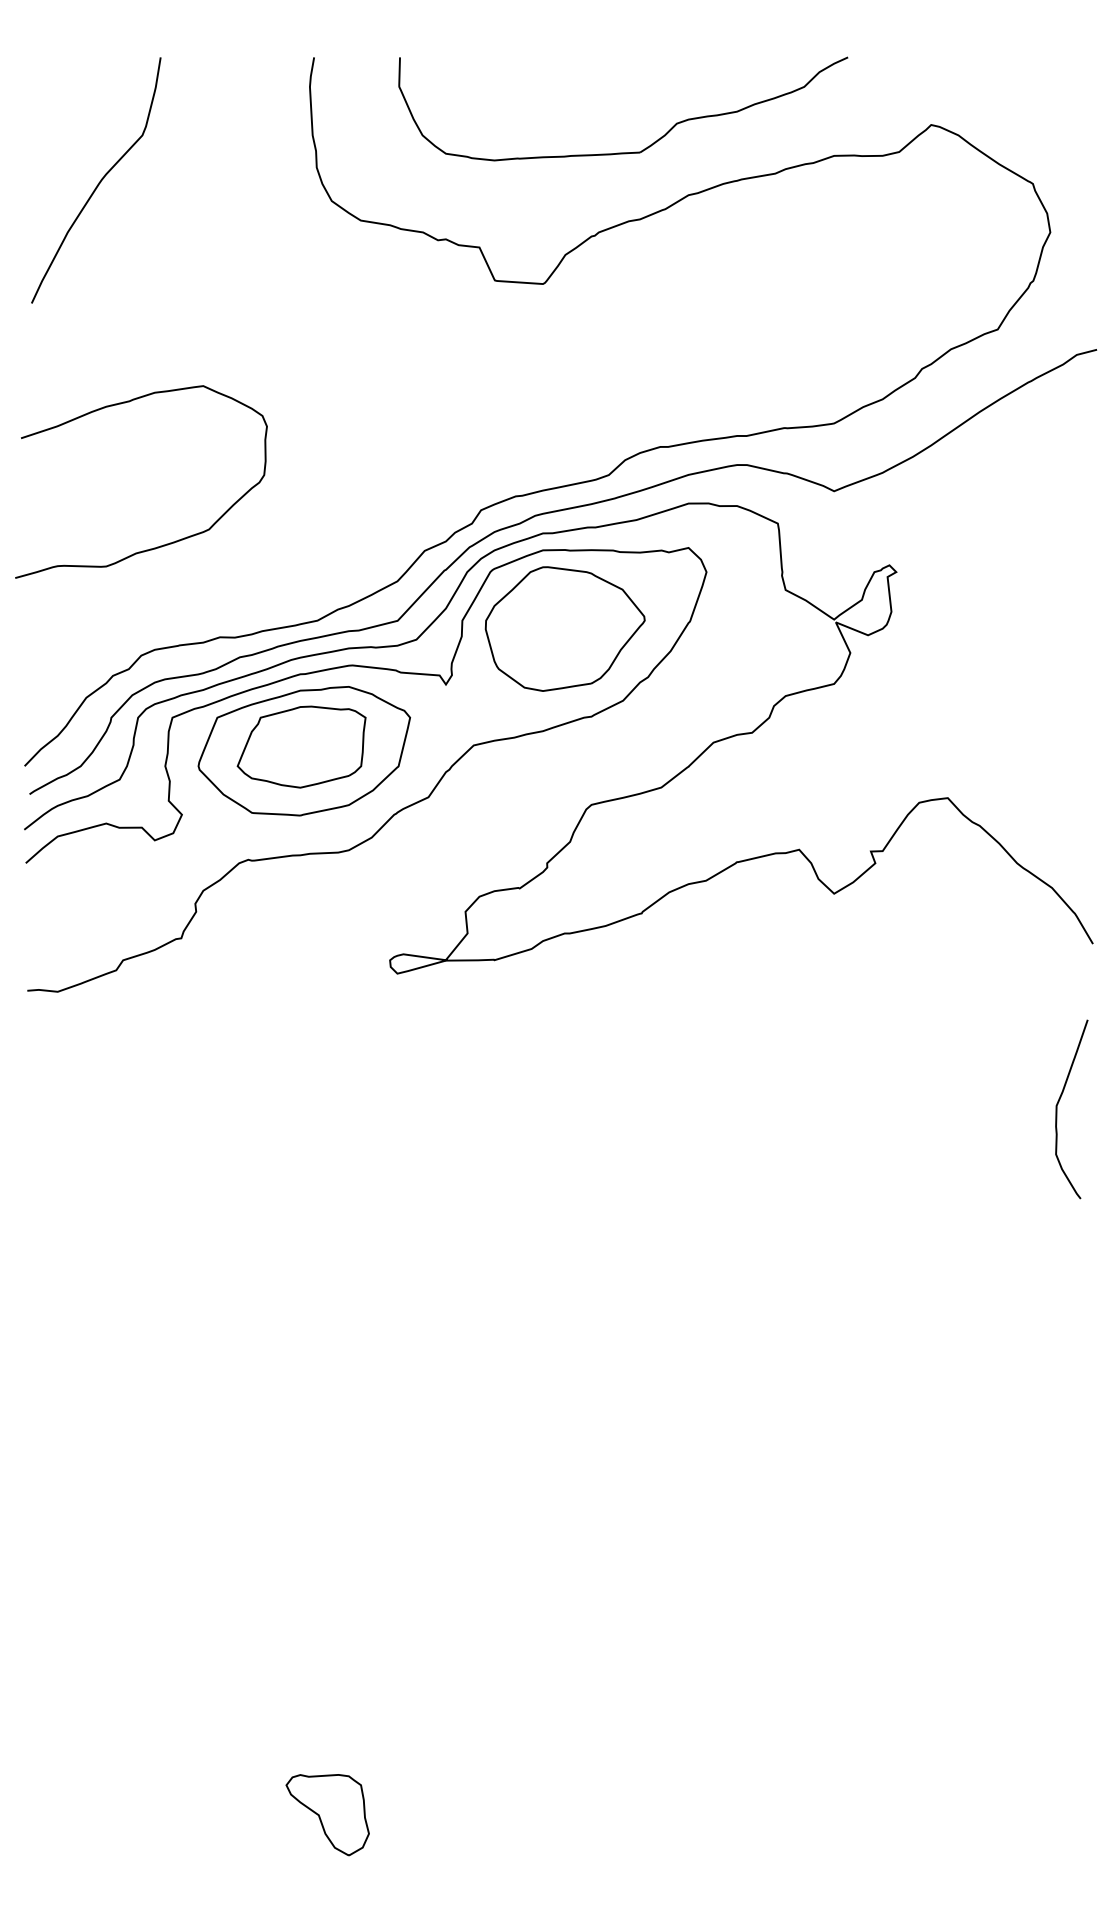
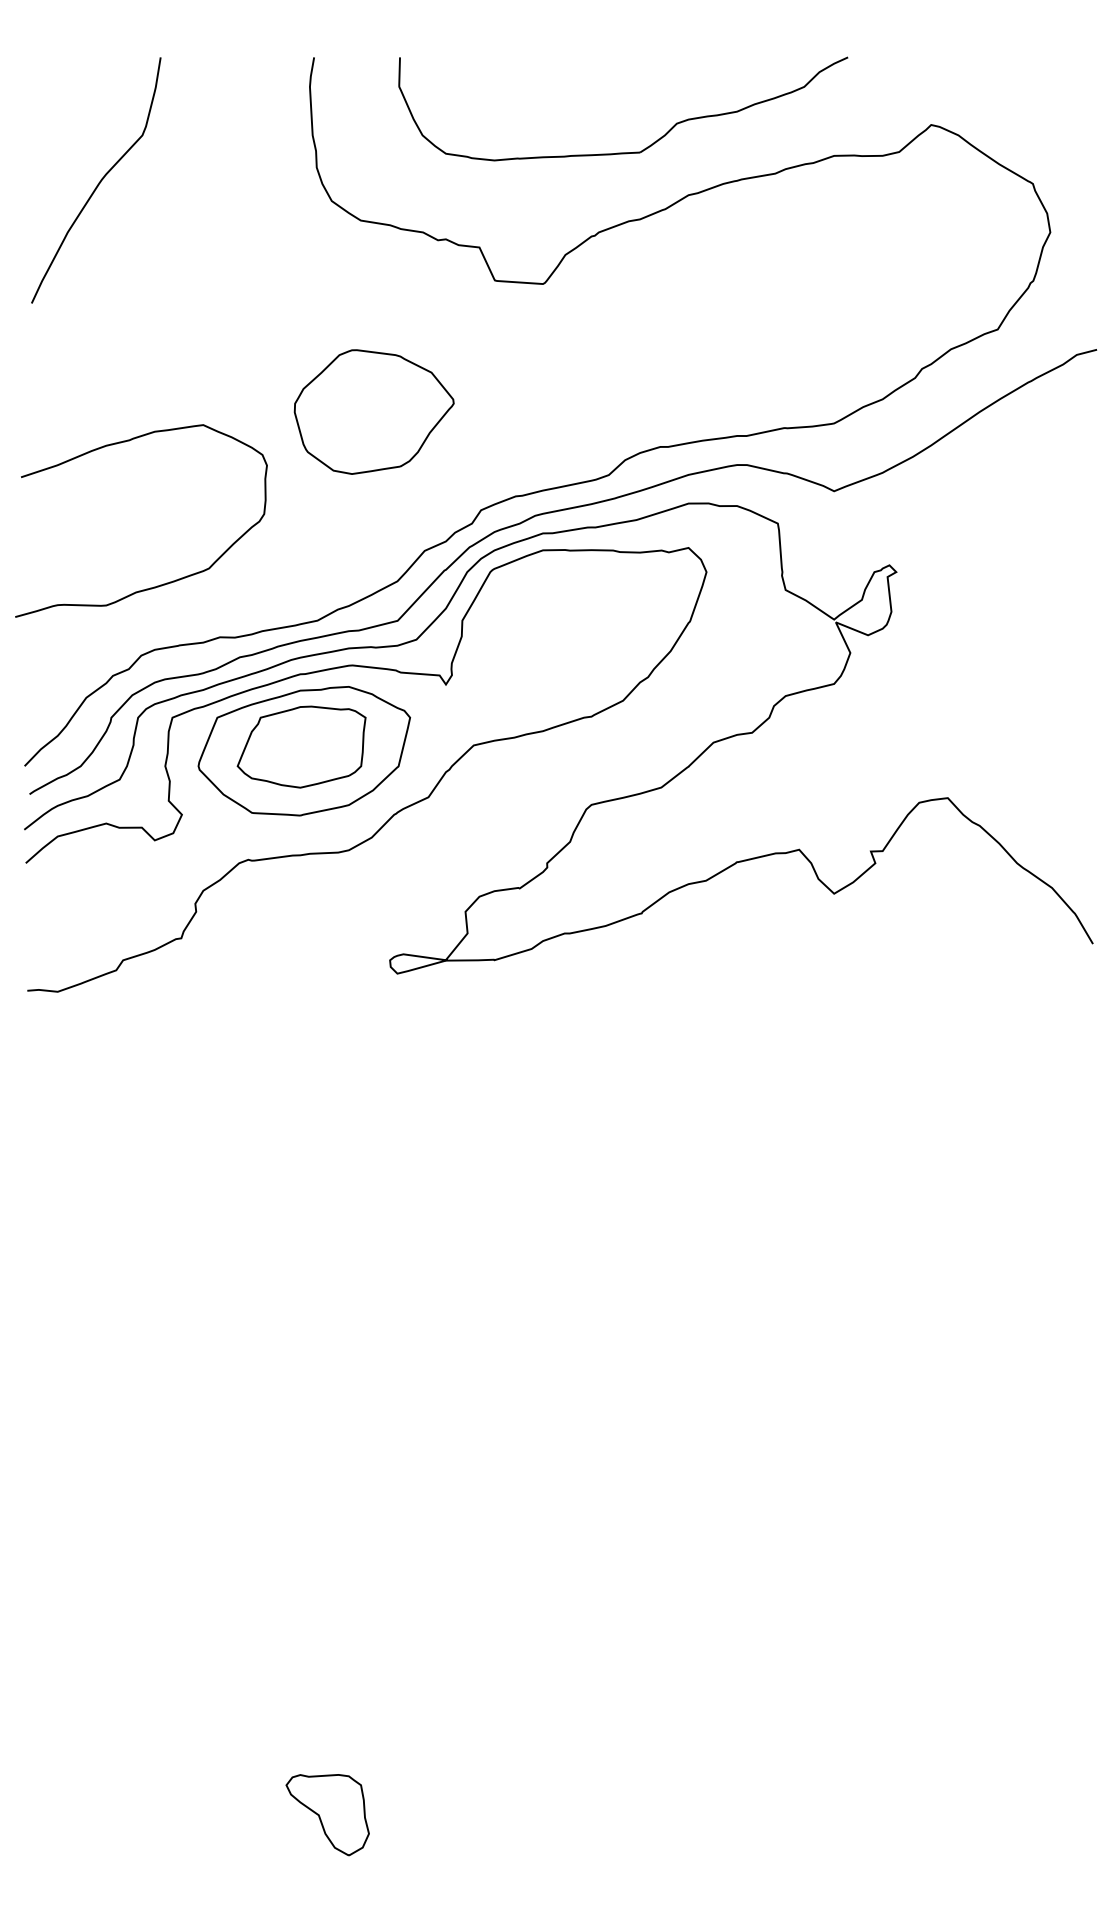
curve at (163, 544) position: (163, 544) -> (163, 583)
part at (564, 628) position: (564, 628) -> (373, 411)
curve at (1059, 1102): present -> none
